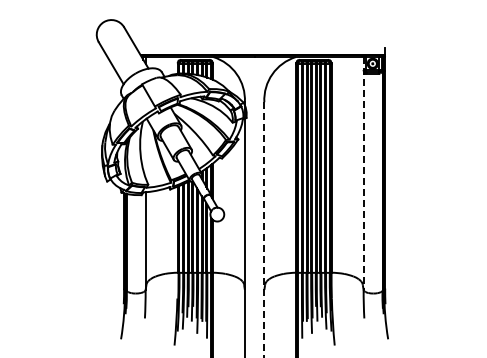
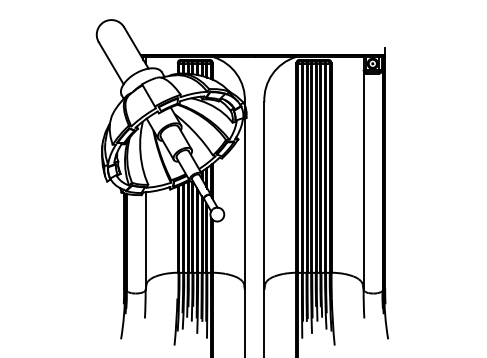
line at (363, 174): dashed -> solid
line at (264, 229): dashed -> solid
